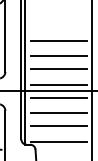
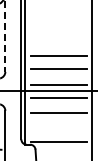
line at (5, 36): solid -> dashed
line at (58, 41): present -> none
line at (58, 126): present -> none
